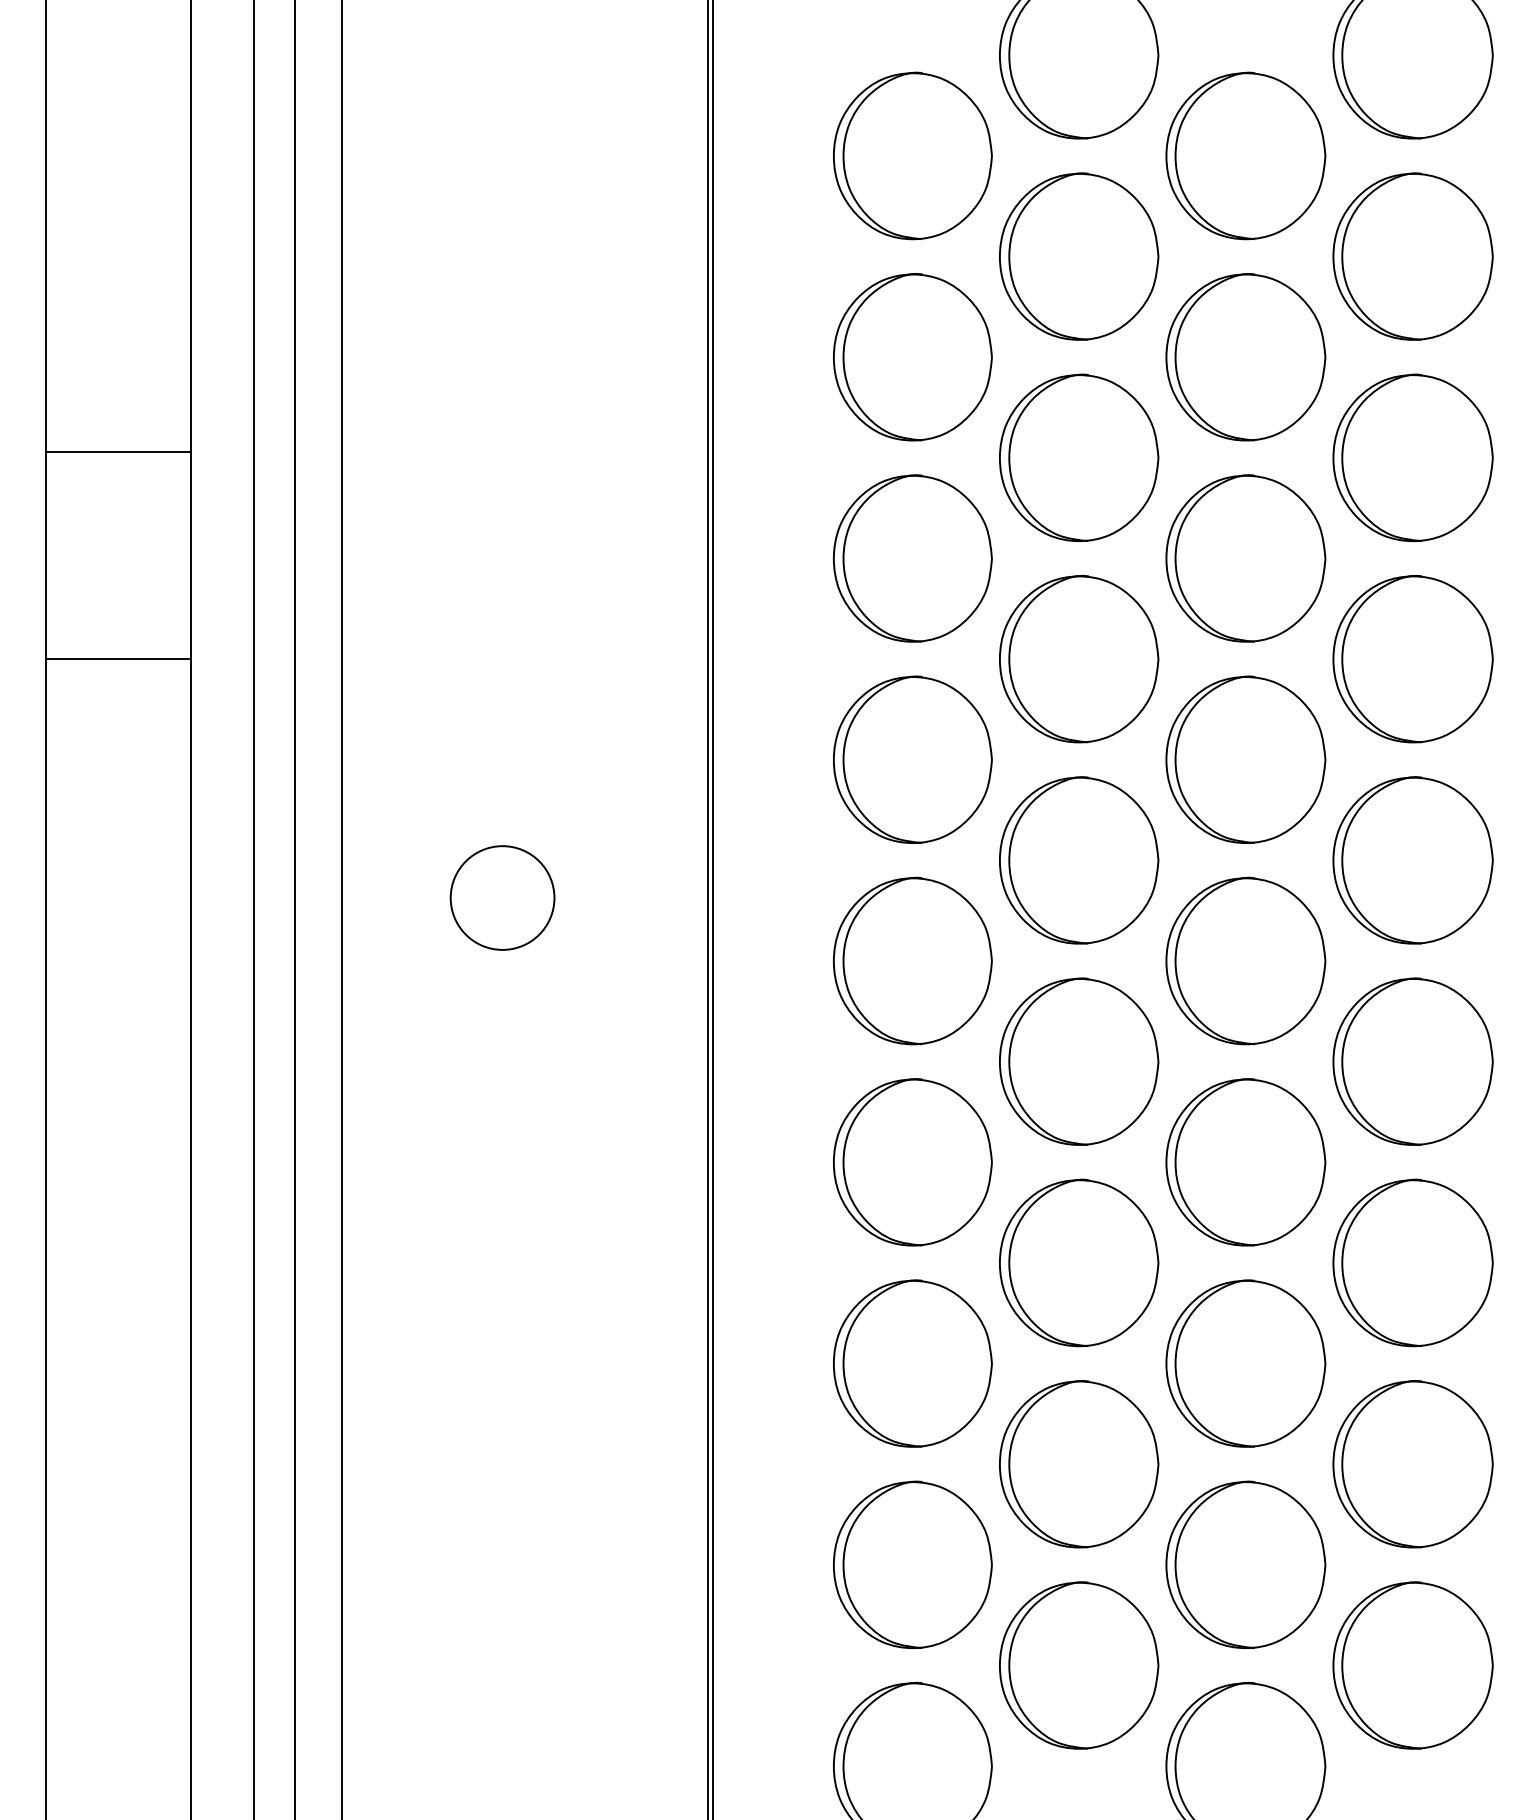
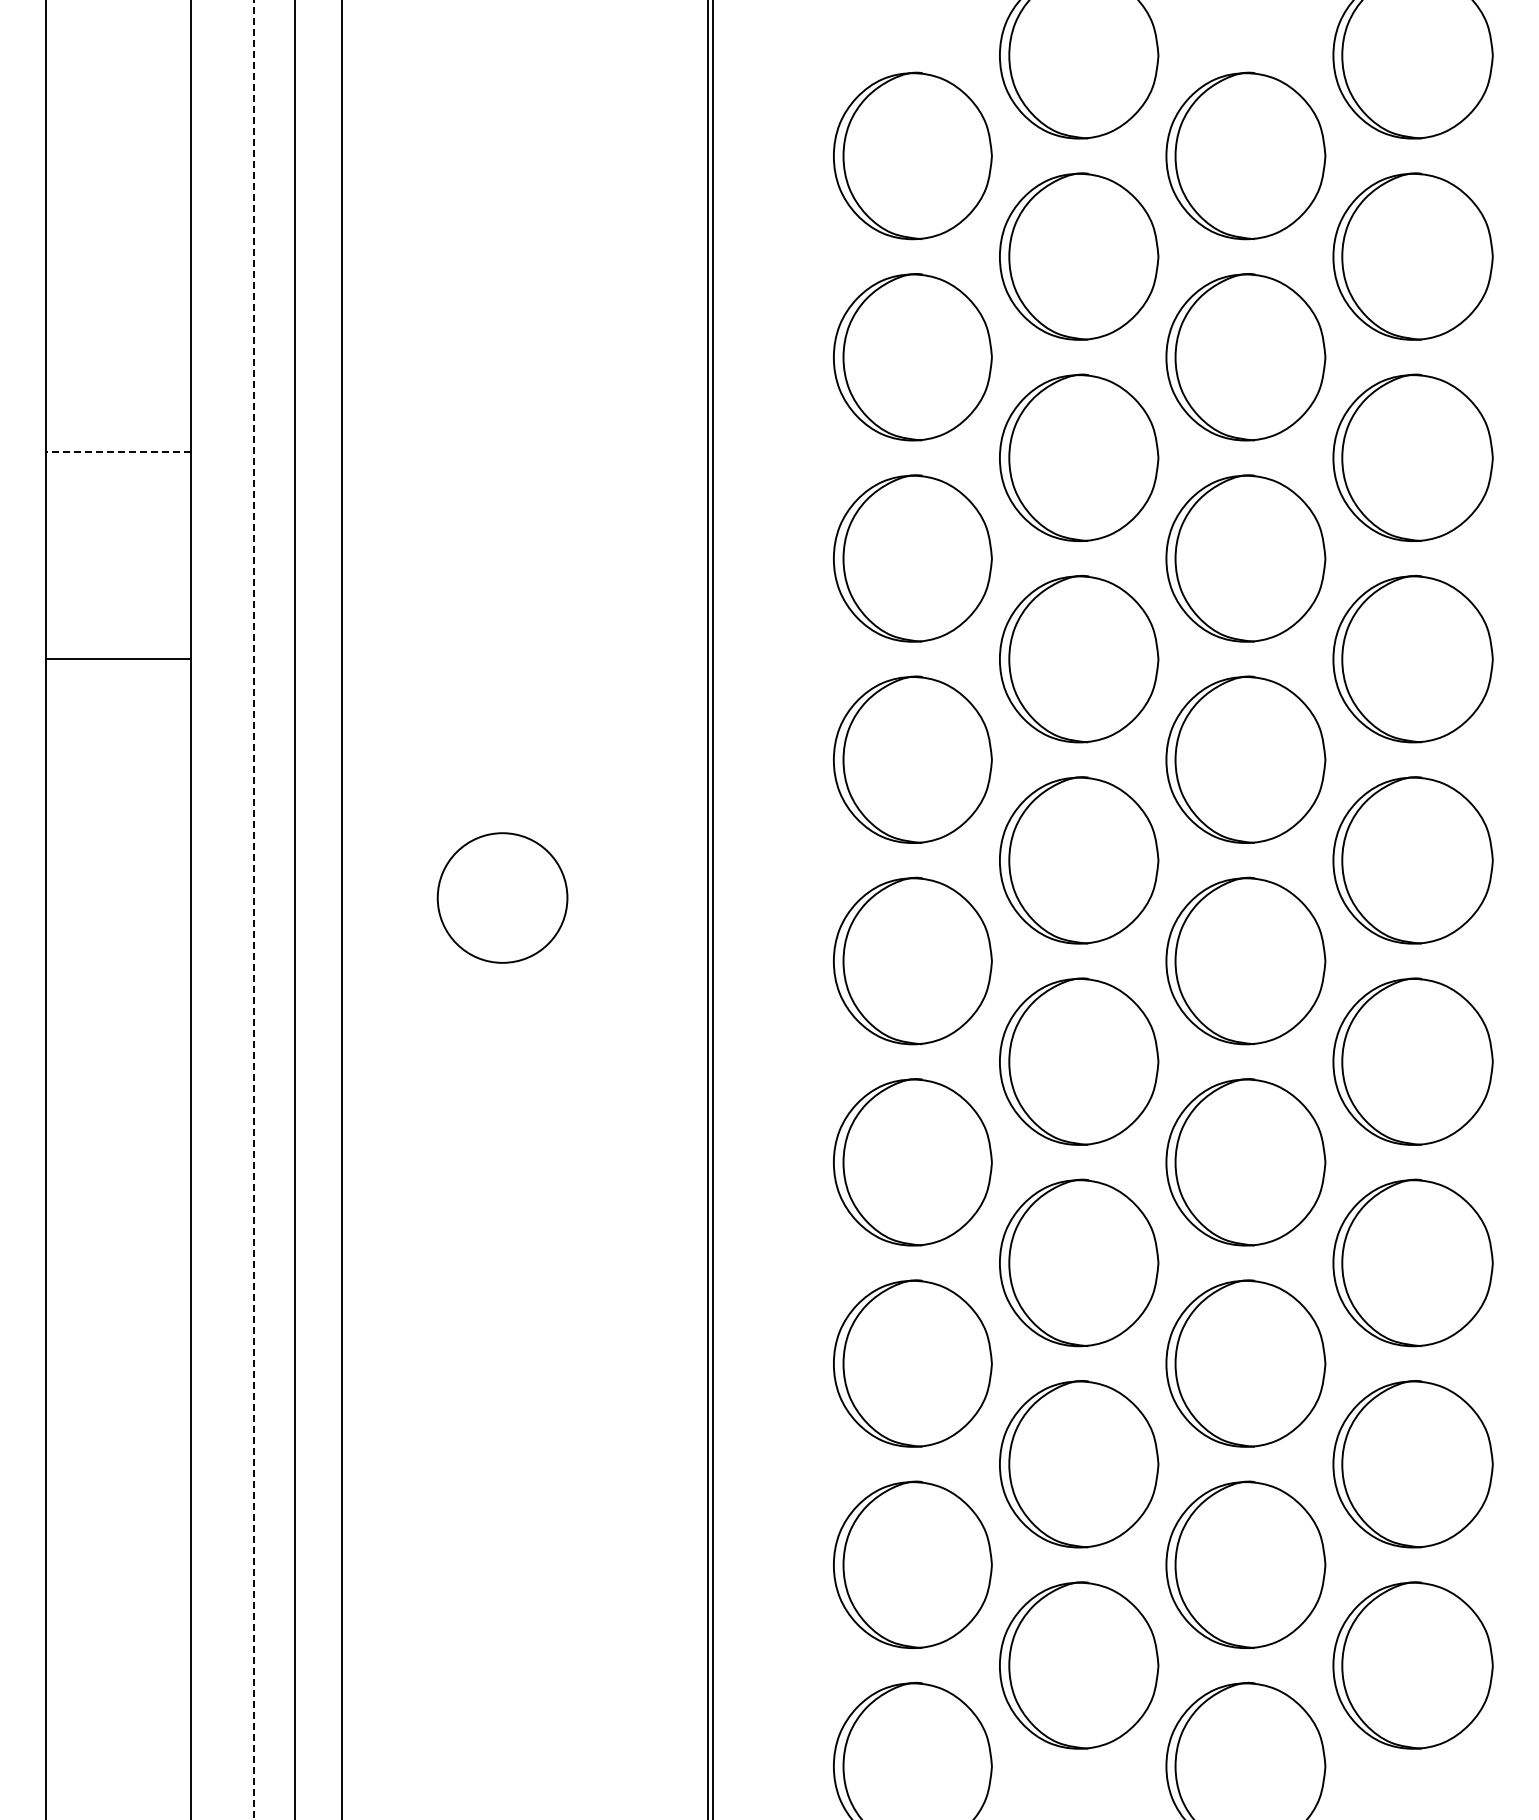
line at (118, 451): solid -> dashed
circle at (502, 897) diameter: 104 px -> 130 px
line at (253, 909): solid -> dashed
